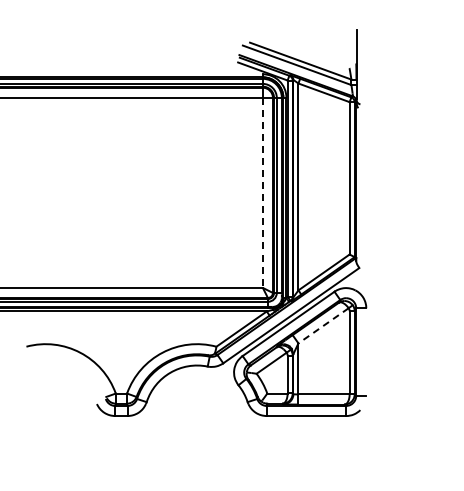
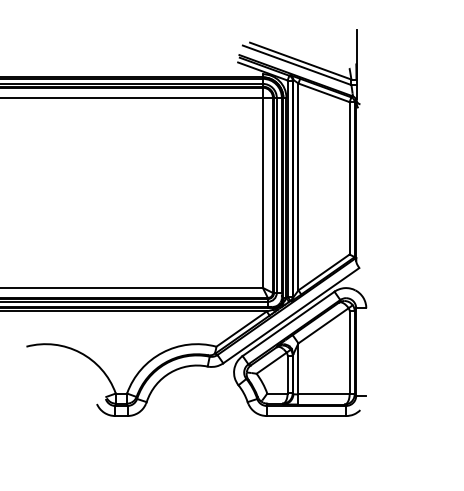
line at (262, 193): dashed -> solid
line at (323, 325): dashed -> solid
